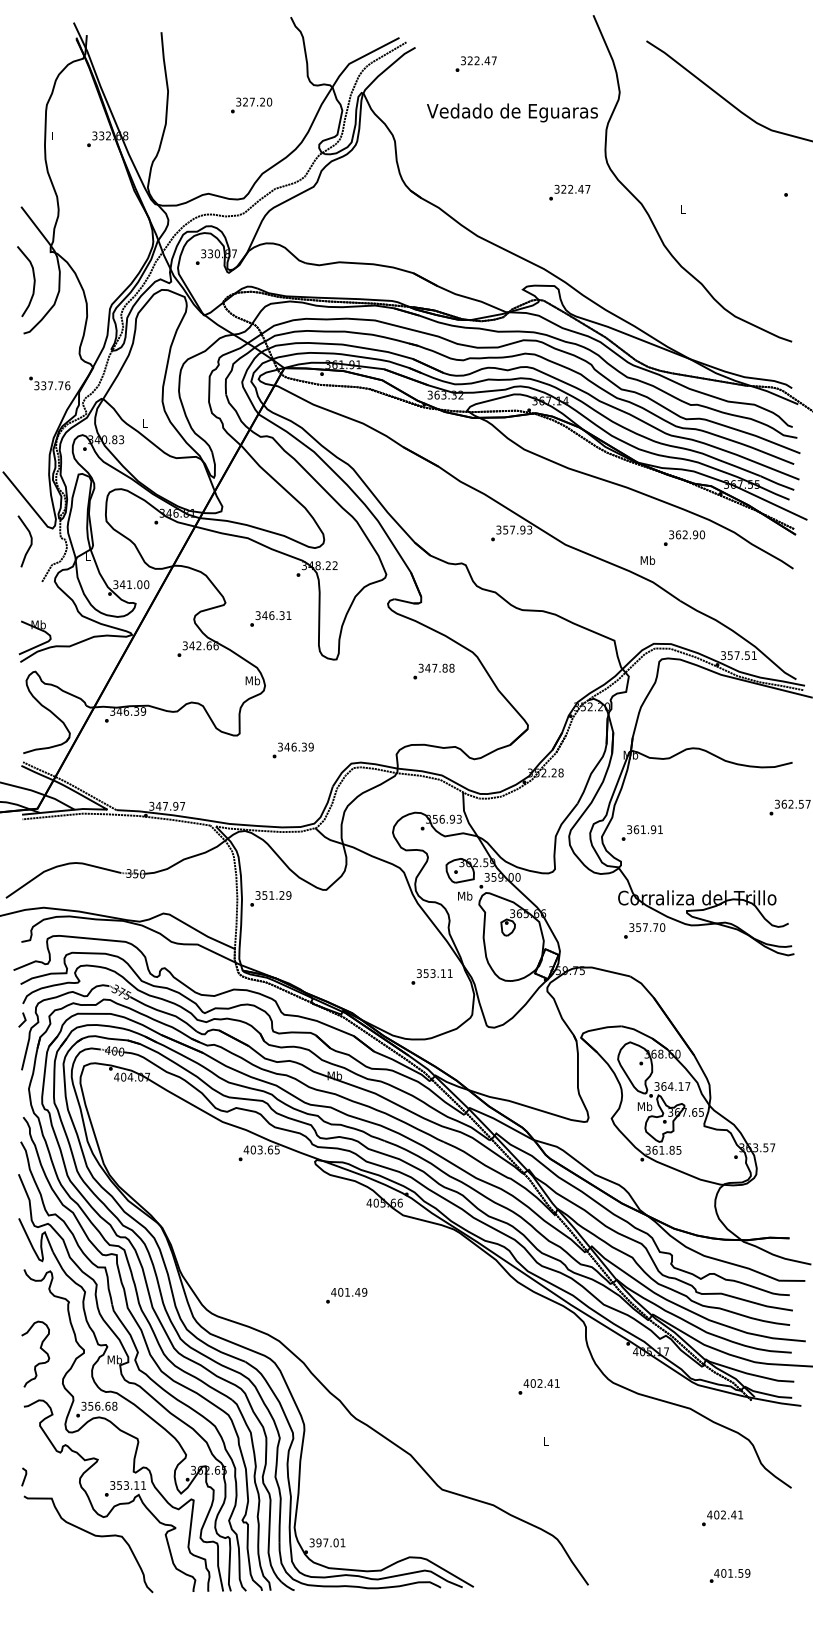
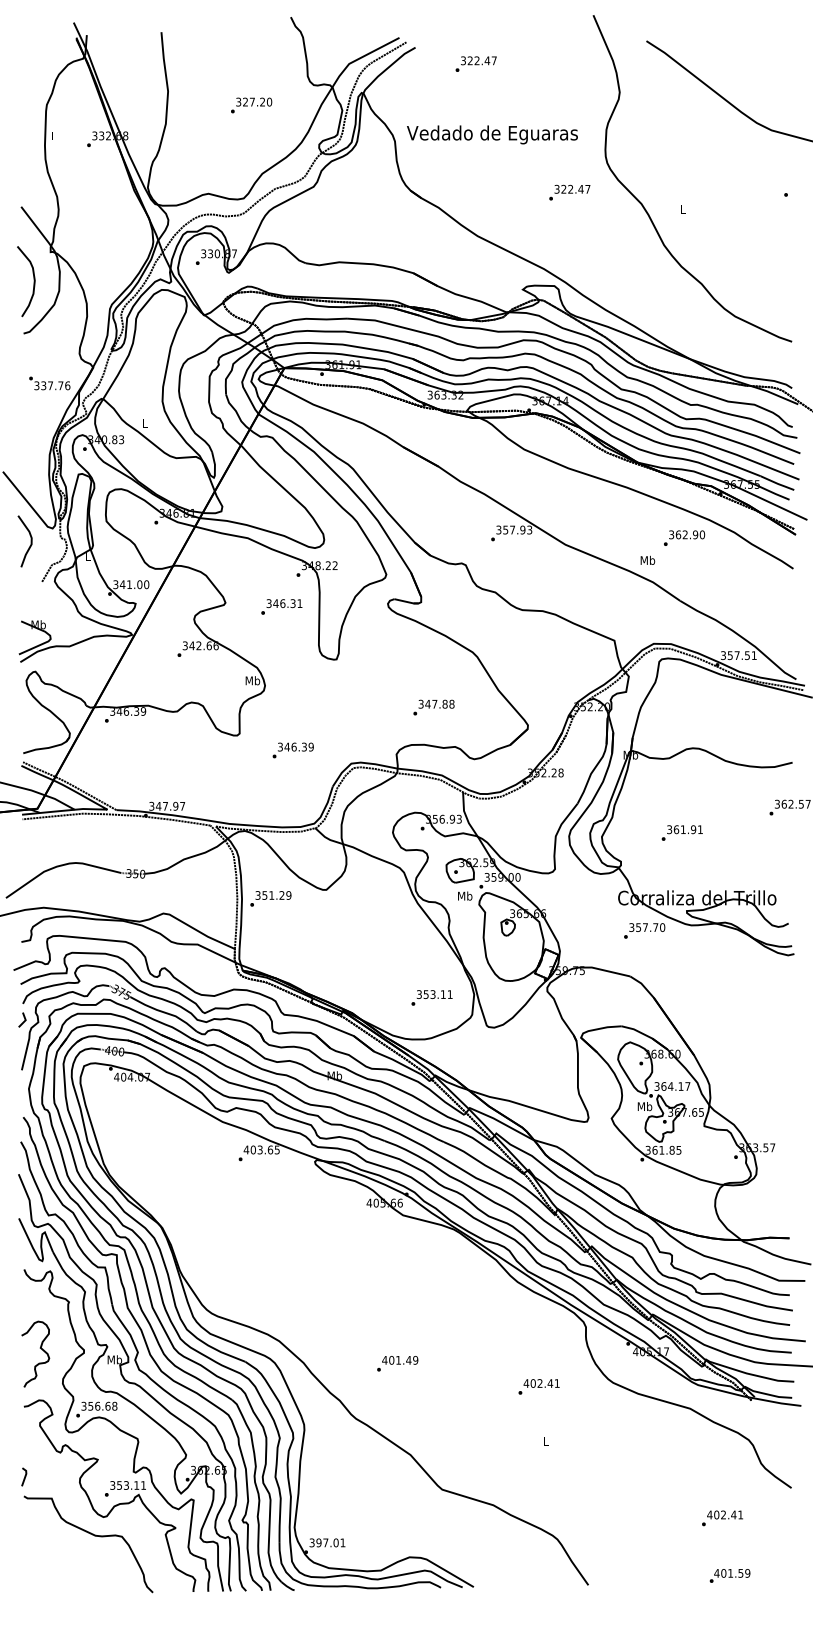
text at (512, 112) position: (512, 112) -> (492, 134)
text at (270, 618) position: (270, 618) -> (281, 606)
text at (433, 671) position: (433, 671) -> (433, 707)
text at (641, 832) position: (641, 832) -> (681, 832)
text at (431, 976) position: (431, 976) -> (431, 997)
text at (346, 1295) position: (346, 1295) -> (397, 1363)
